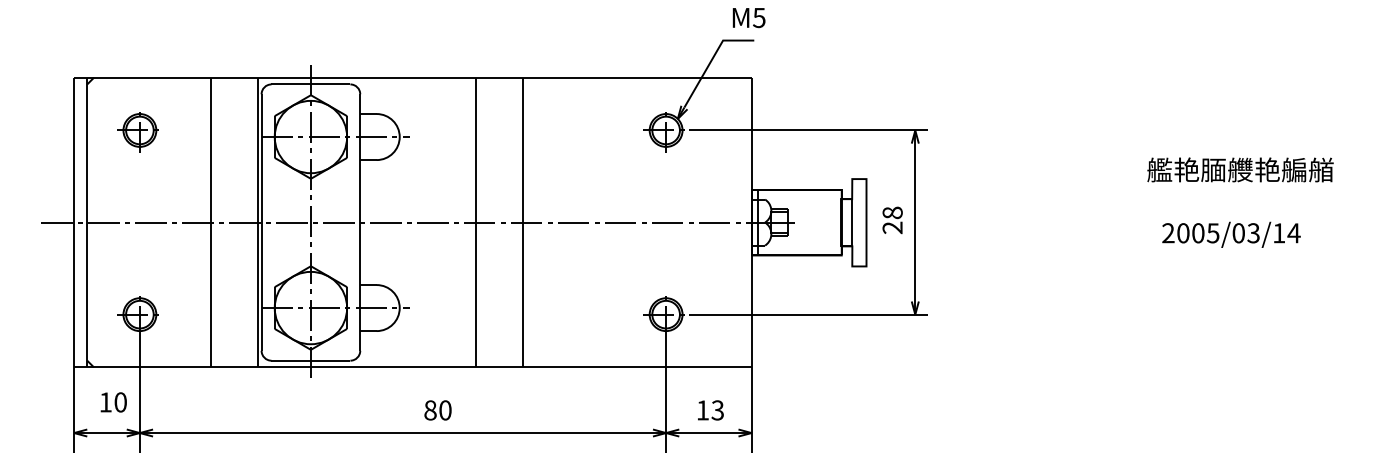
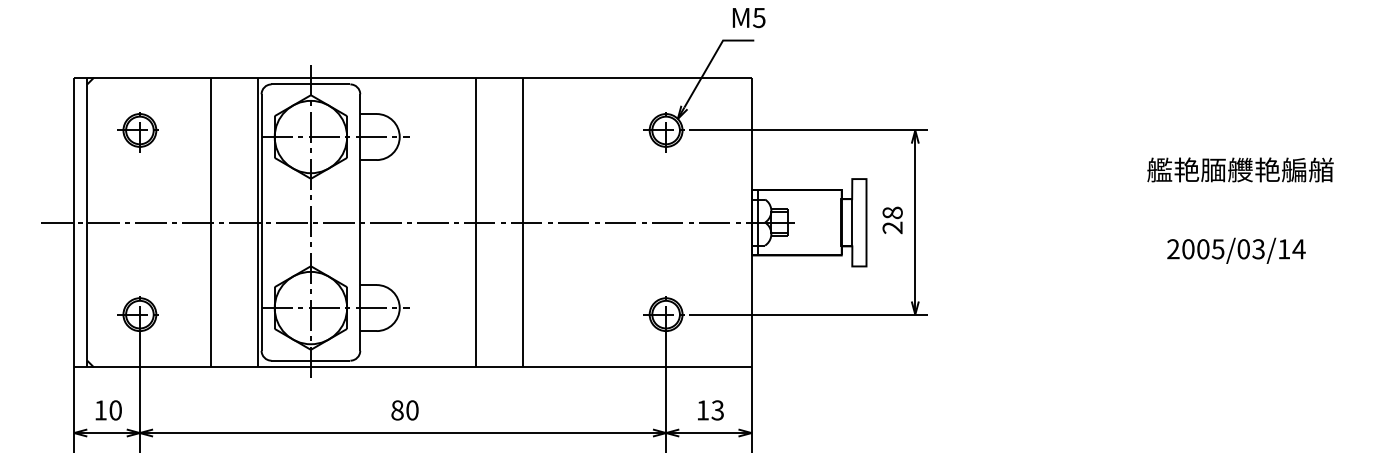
text at (1231, 234) position: (1231, 234) -> (1236, 250)
text at (113, 402) position: (113, 402) -> (108, 410)
text at (437, 410) position: (437, 410) -> (404, 410)
